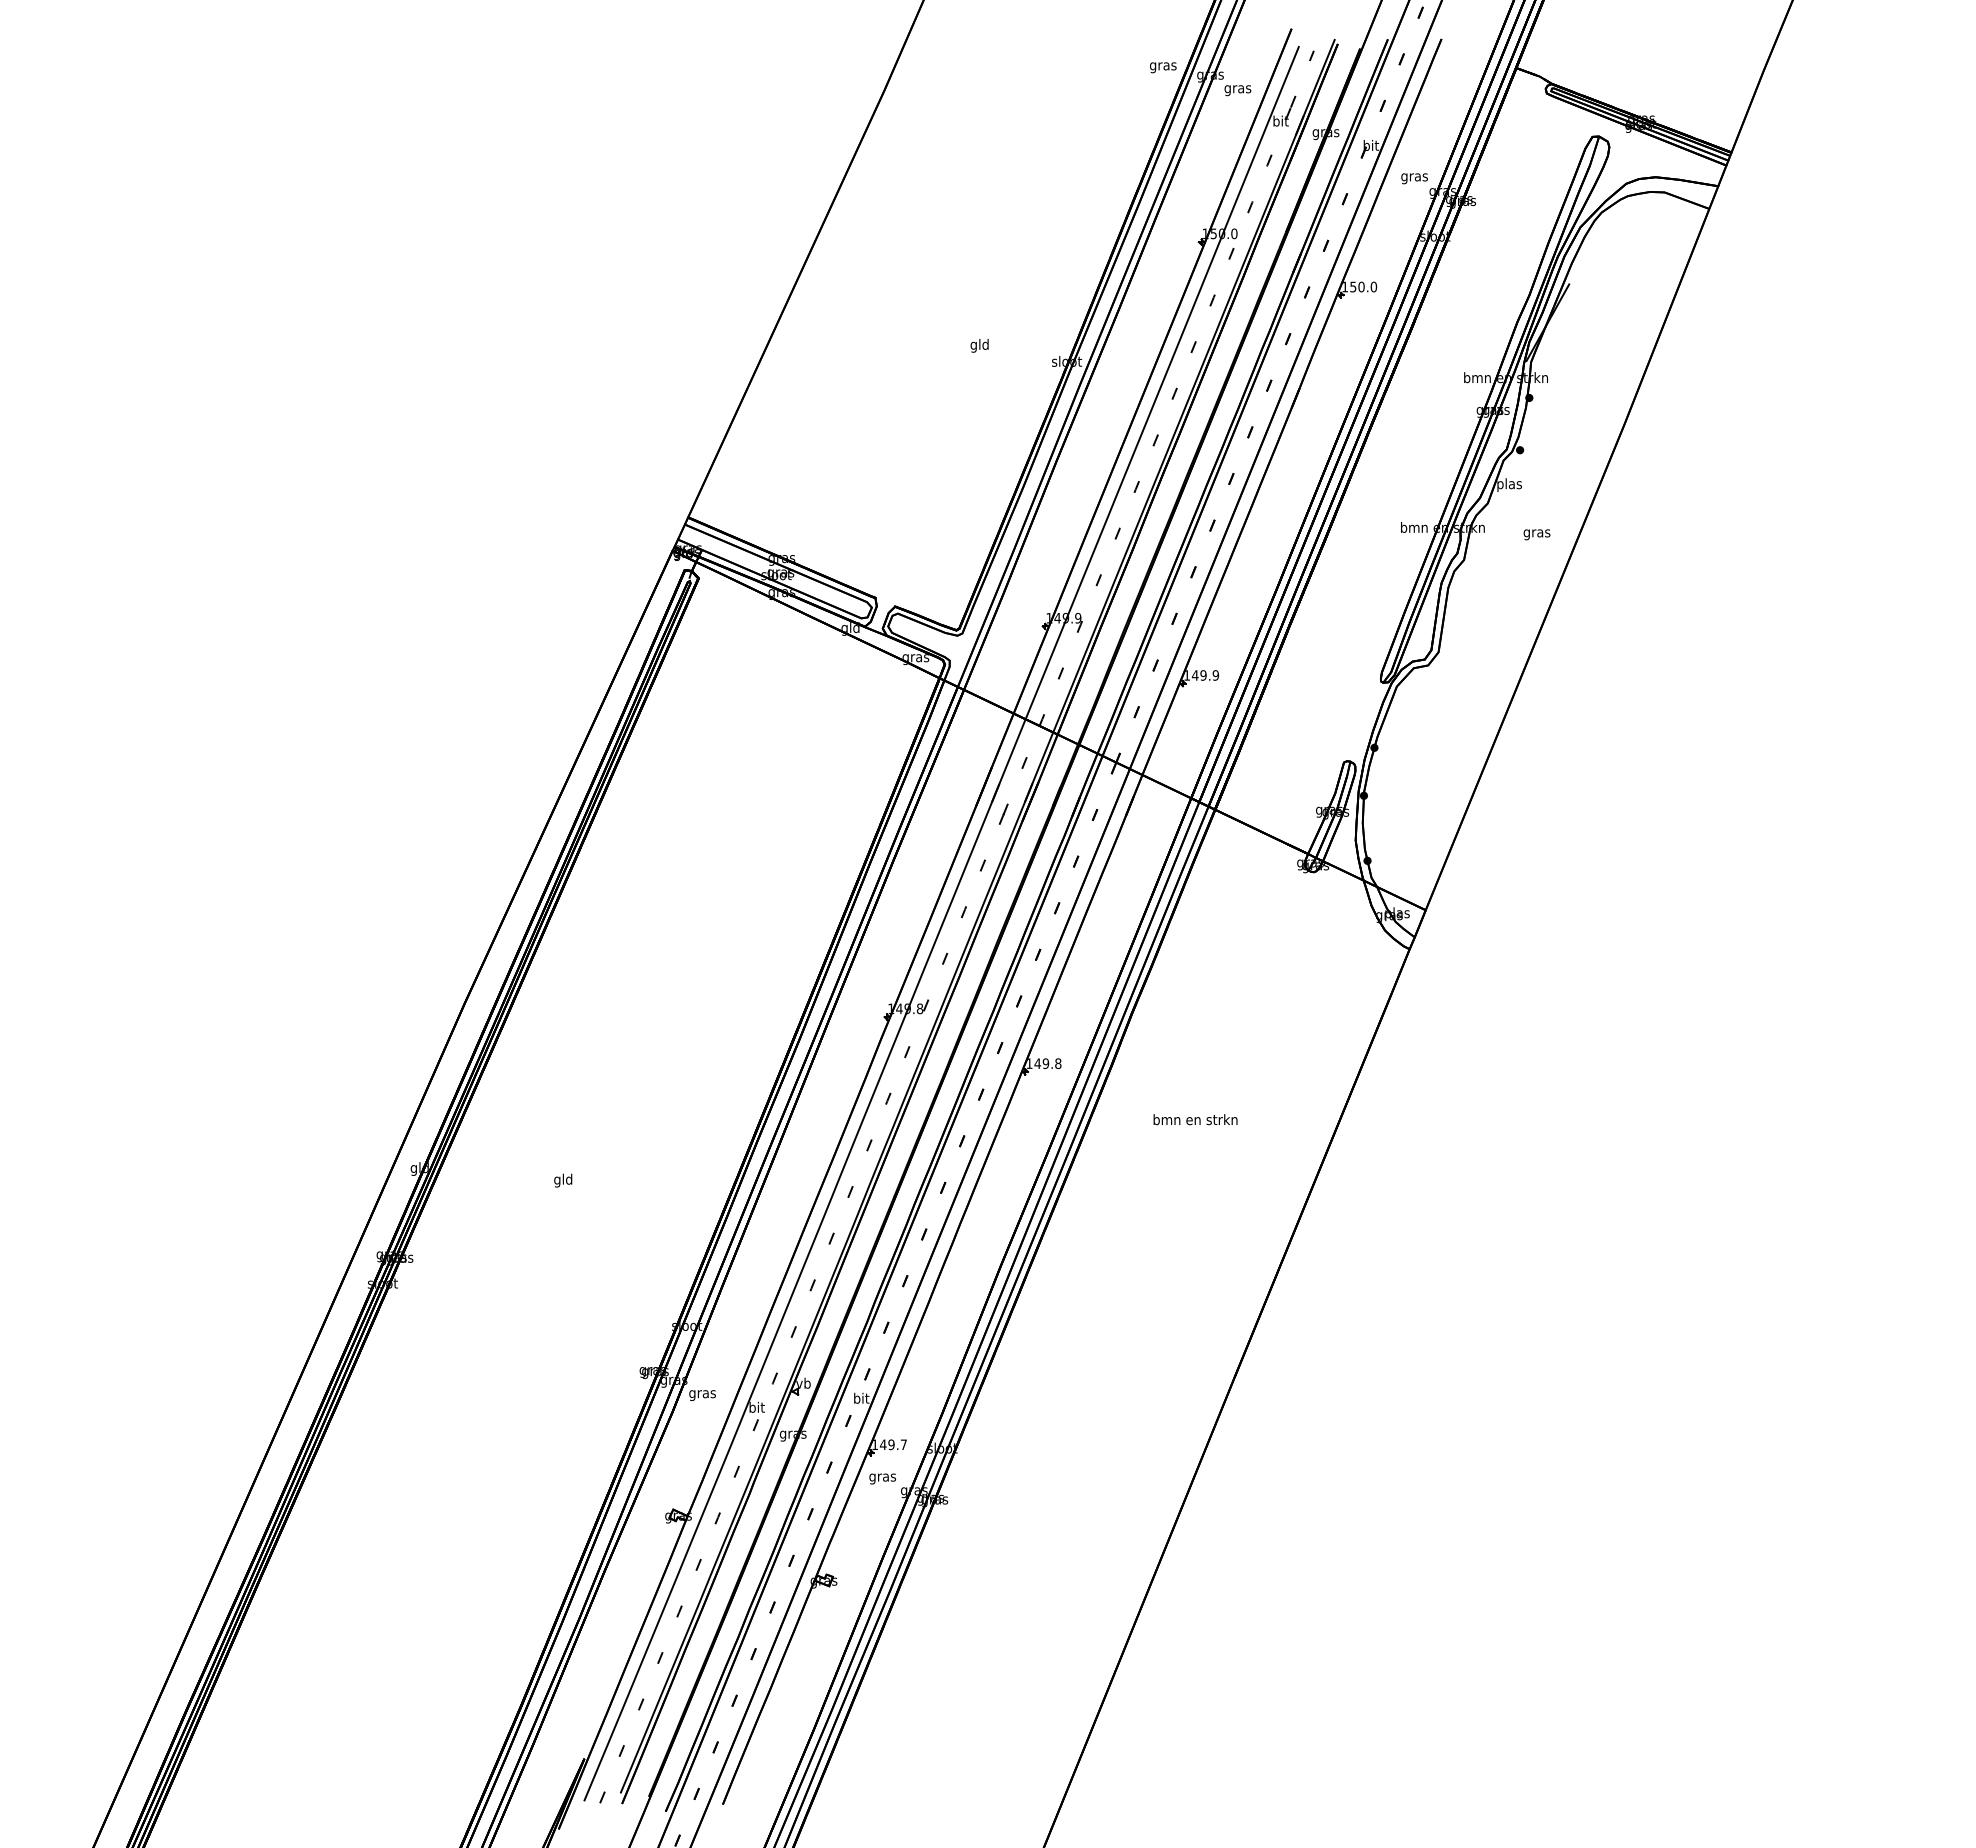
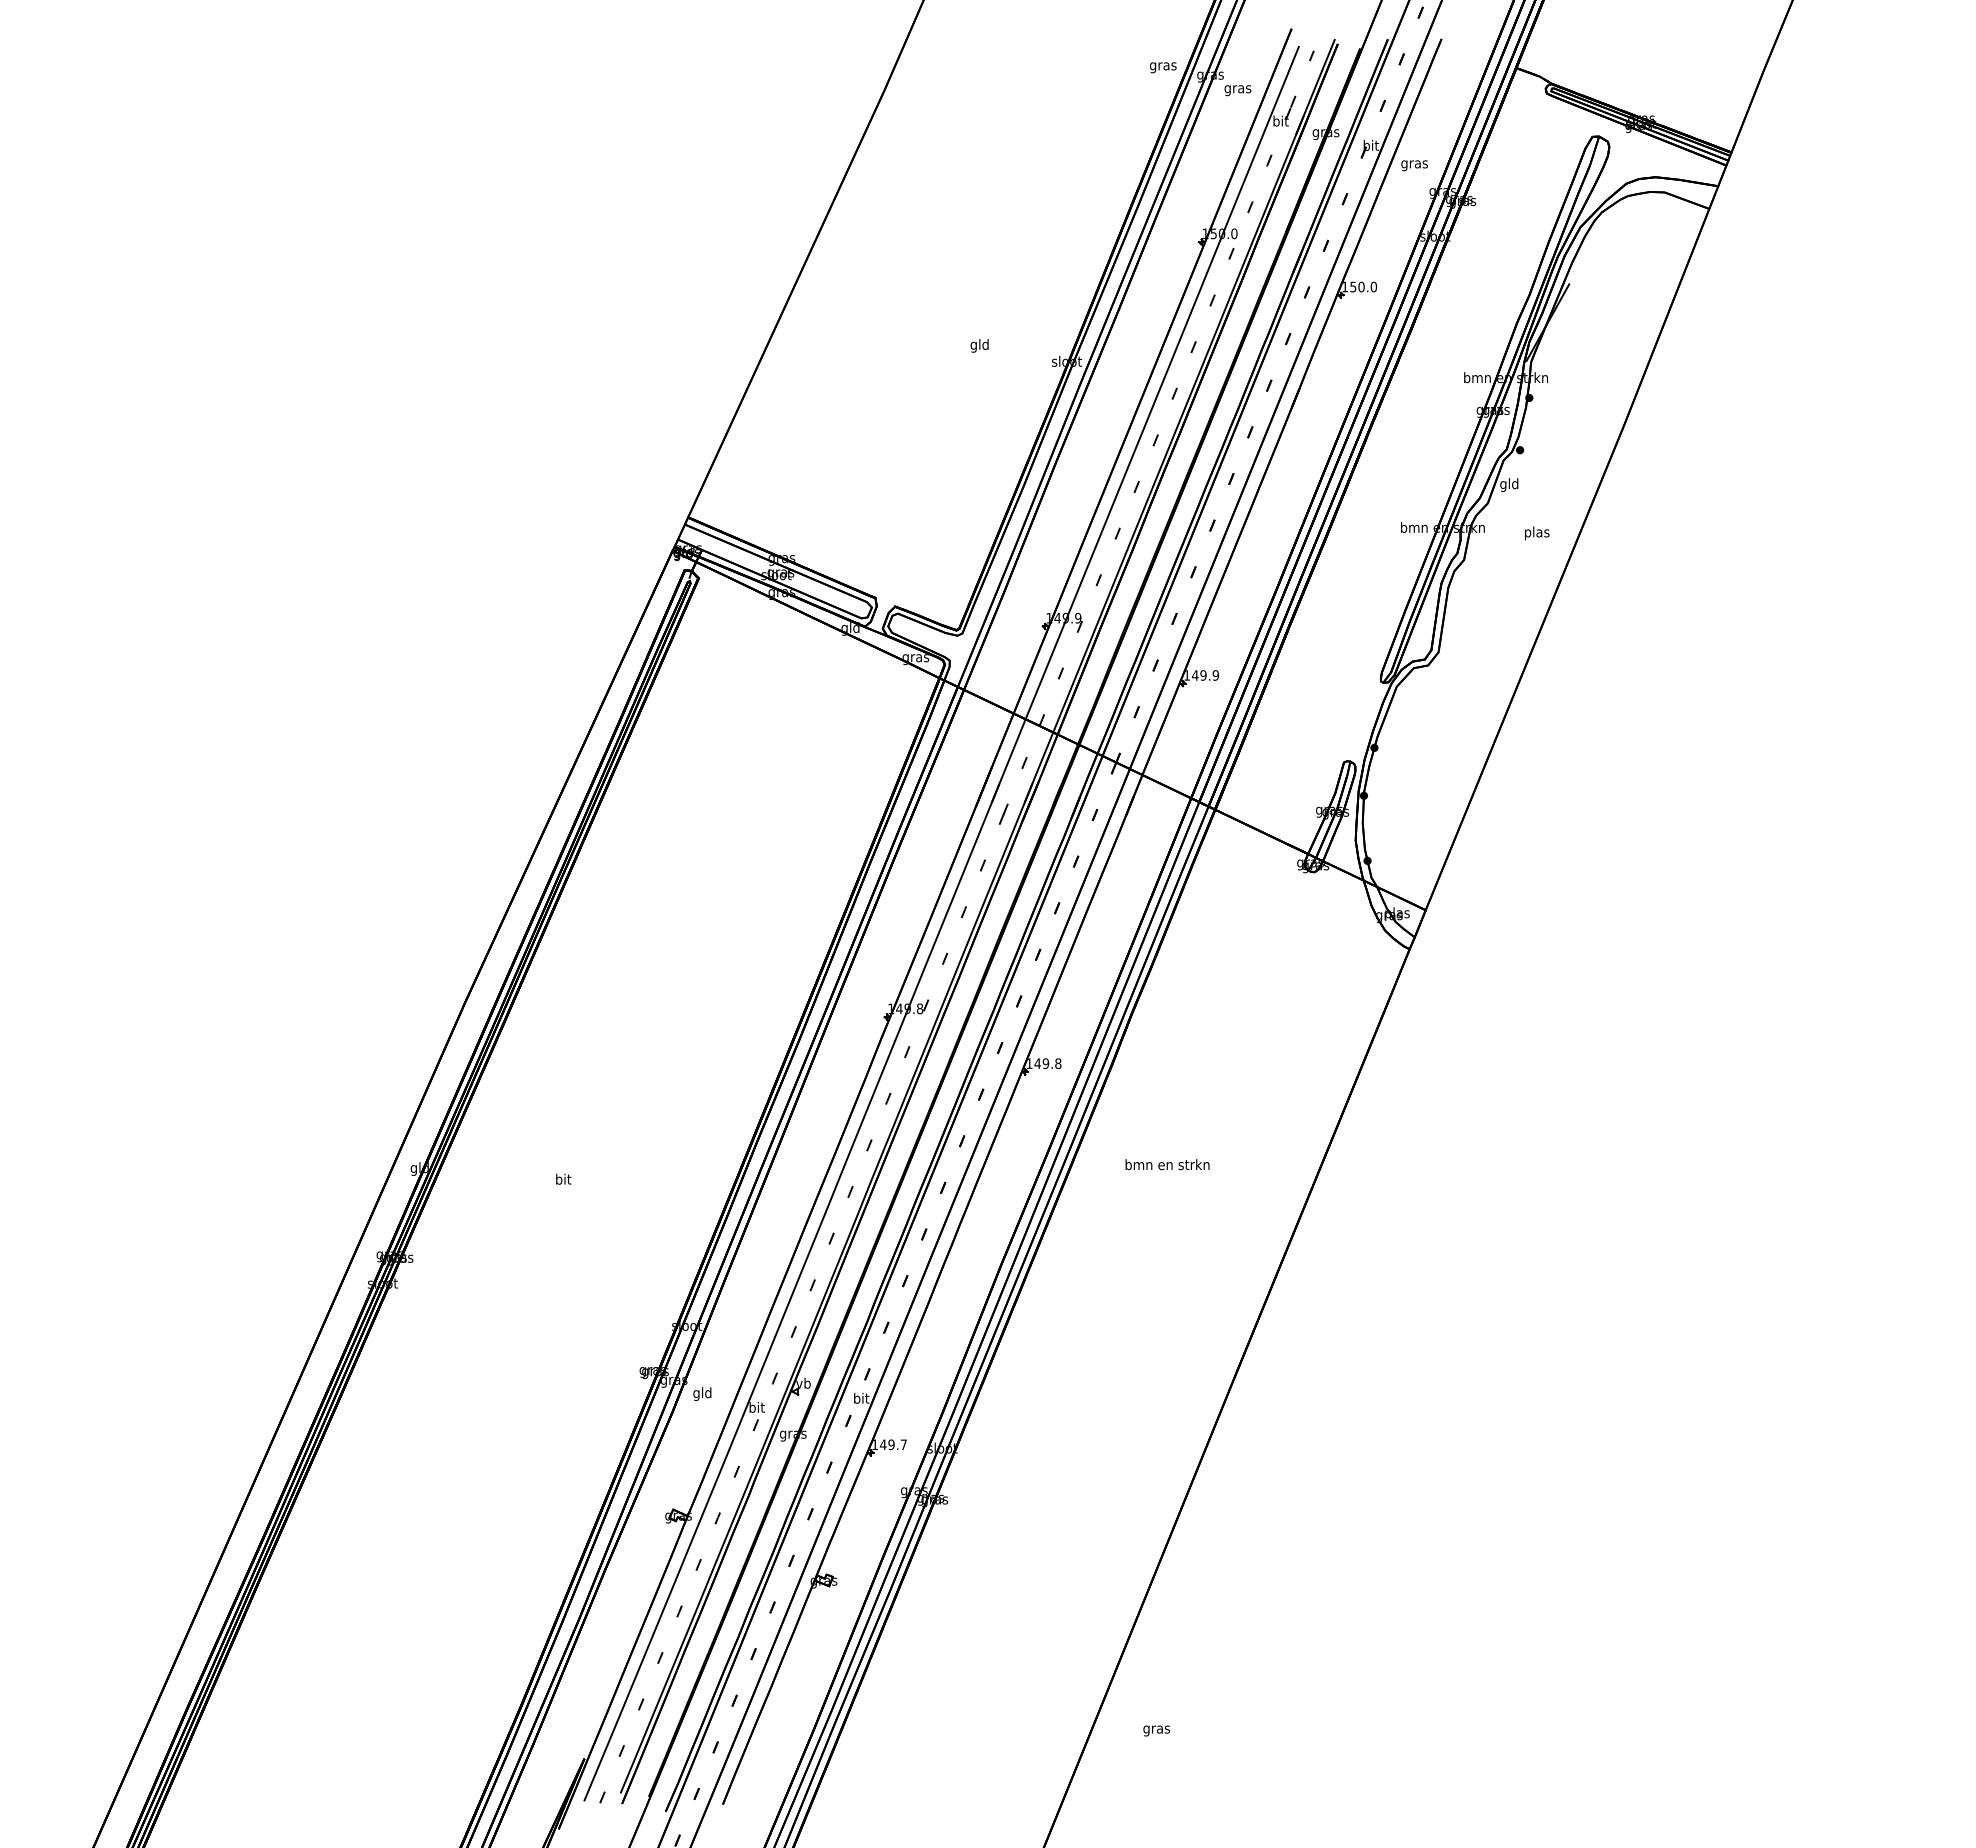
text at (1414, 178) position: (1414, 178) -> (1414, 165)
text at (1509, 484): plas -> gld
text at (1536, 533): gras -> plas
text at (1195, 1119) position: (1195, 1119) -> (1167, 1164)
text at (563, 1180): gld -> bit
text at (702, 1394): gras -> gld
text at (882, 1478) position: (882, 1478) -> (1156, 1730)
